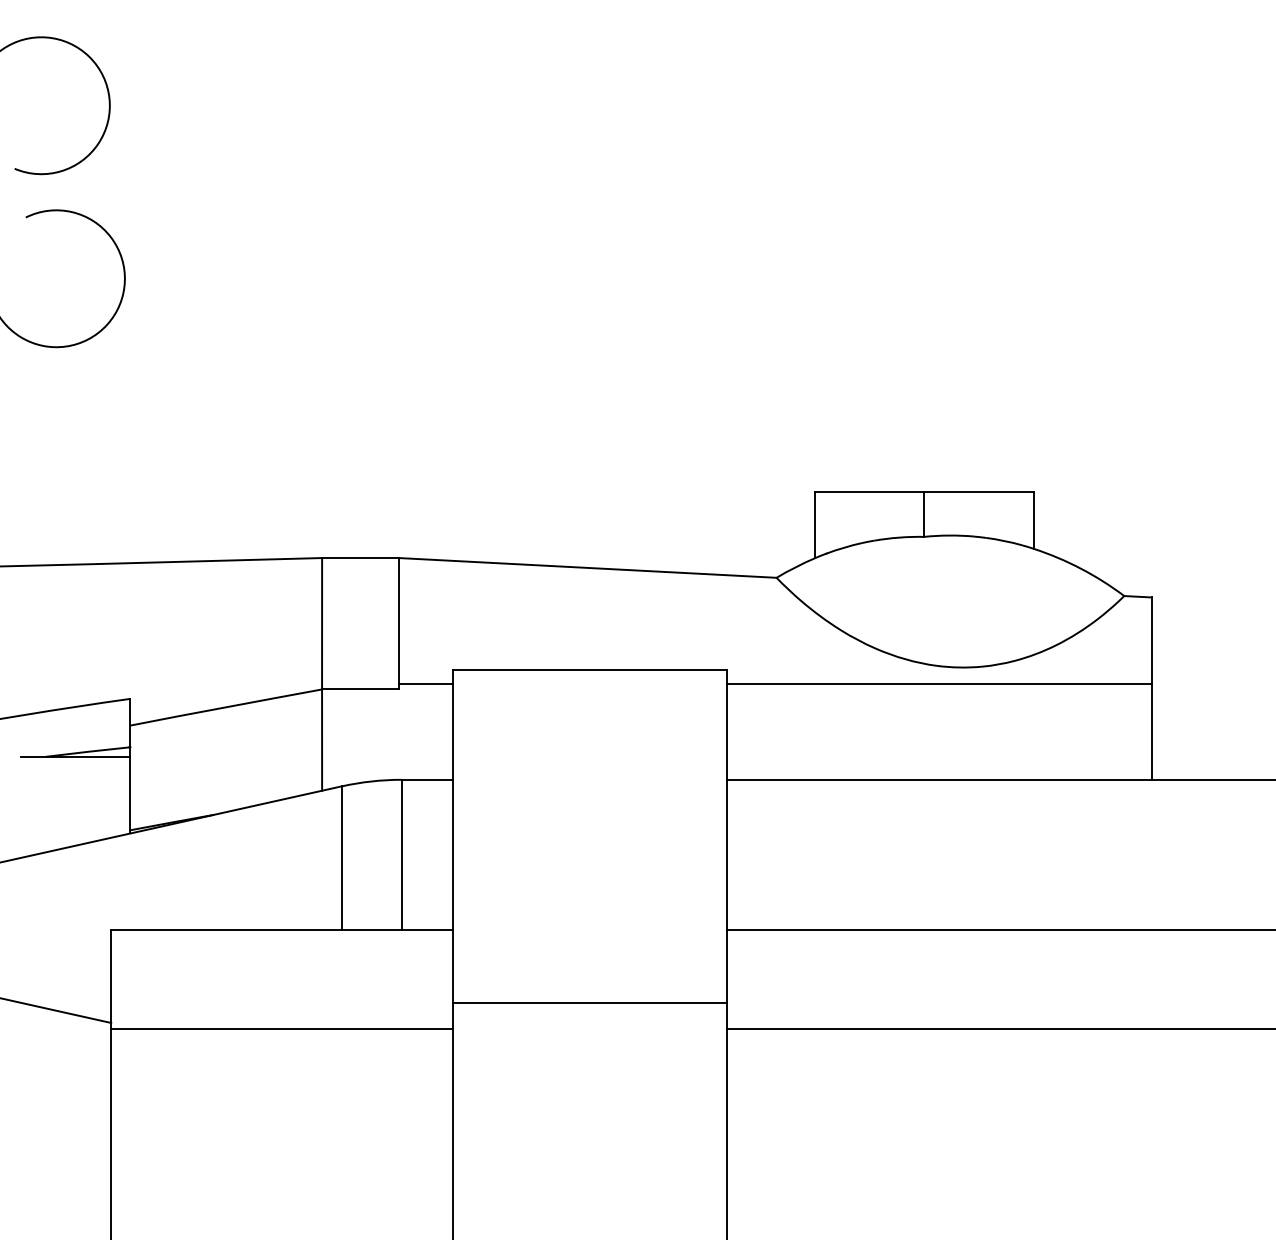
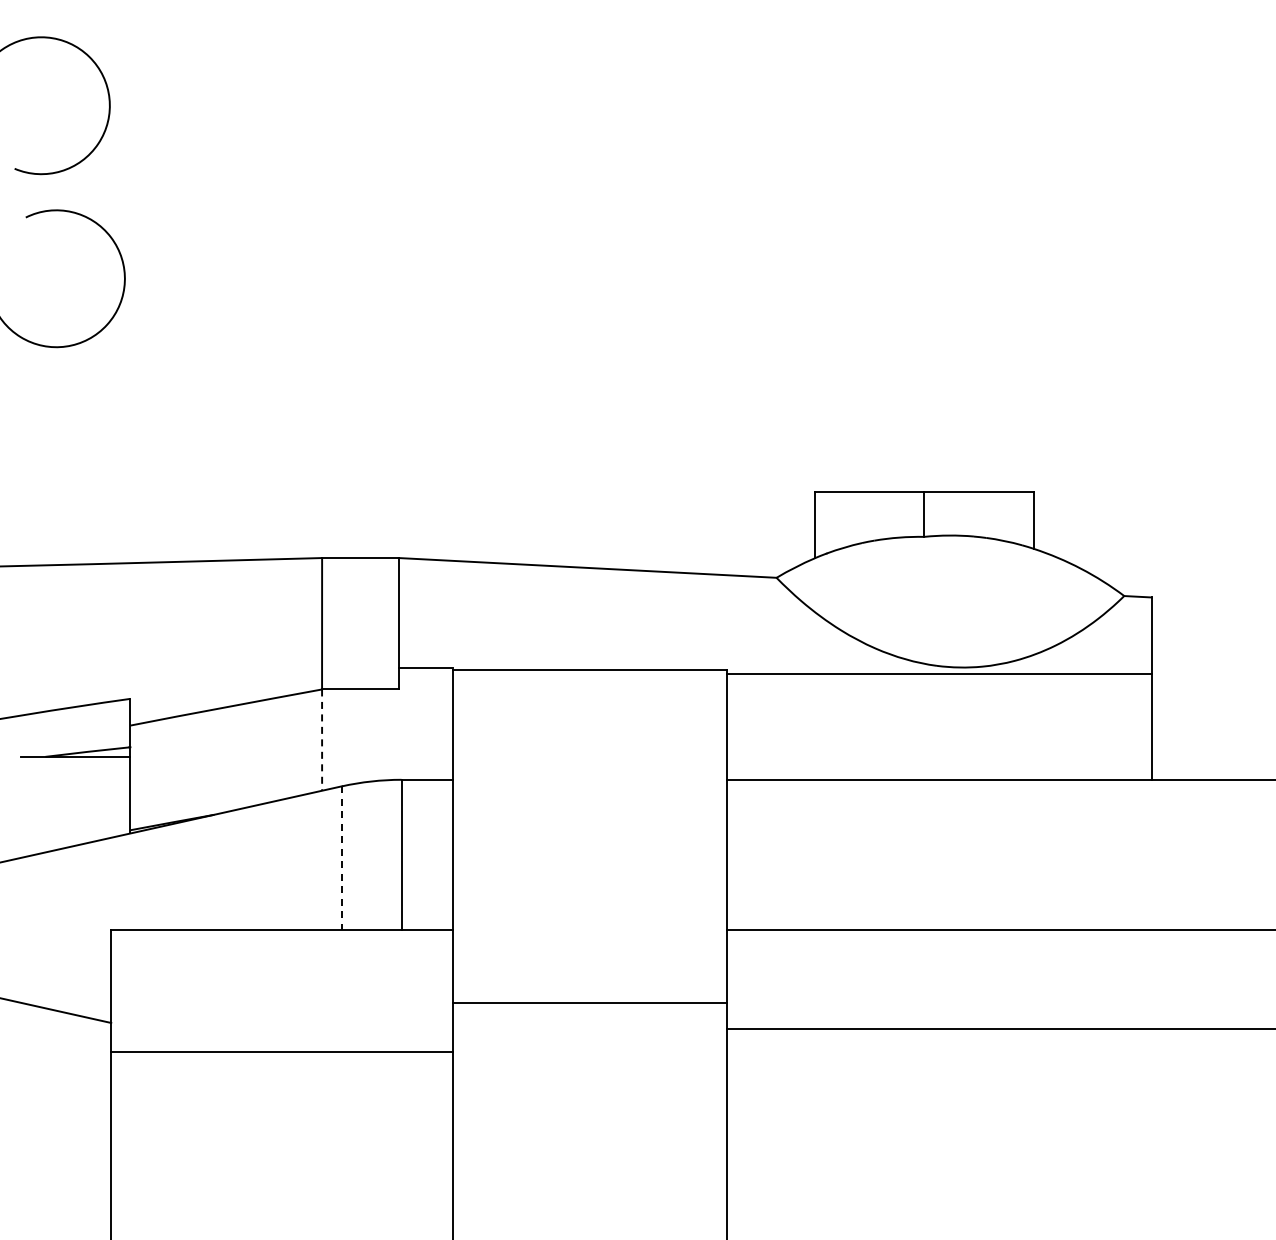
line at (425, 683) position: (425, 683) -> (425, 667)
line at (939, 683) position: (939, 683) -> (939, 673)
line at (322, 740): solid -> dashed
line at (341, 858): solid -> dashed
line at (282, 1028) position: (282, 1028) -> (282, 1051)
